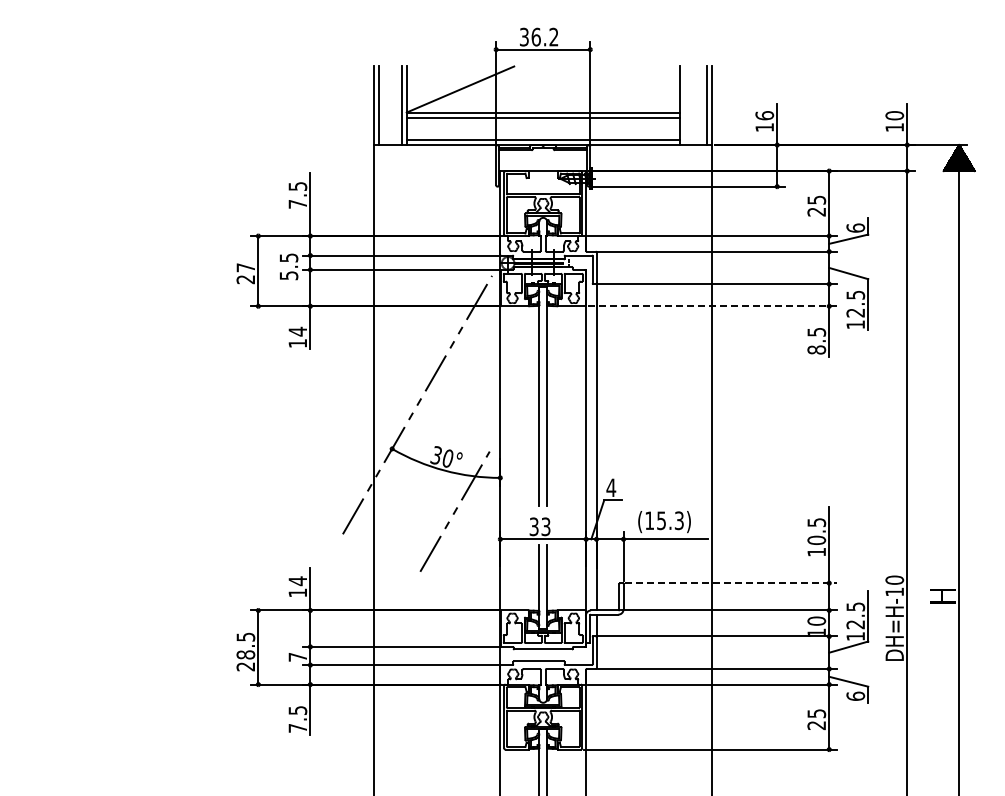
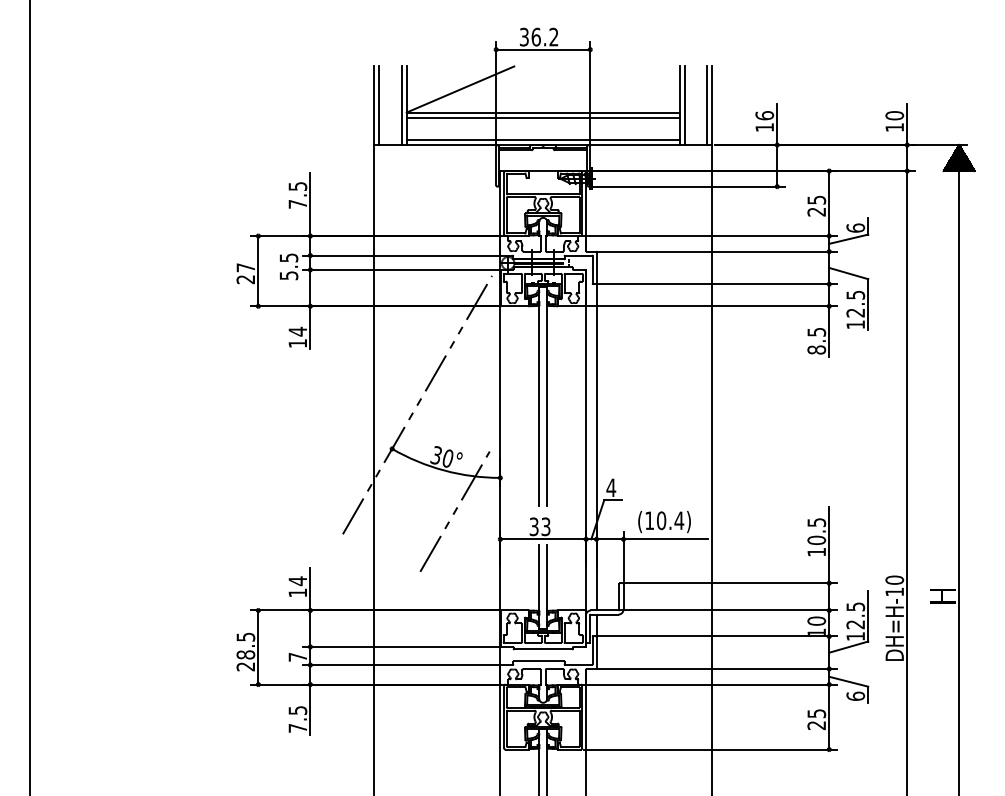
line at (684, 105): none -> present
line at (712, 306): dashed -> solid
line at (30, 397): none -> present
text at (670, 520): (15.3) -> (10.4)
line at (731, 583): dashed -> solid
